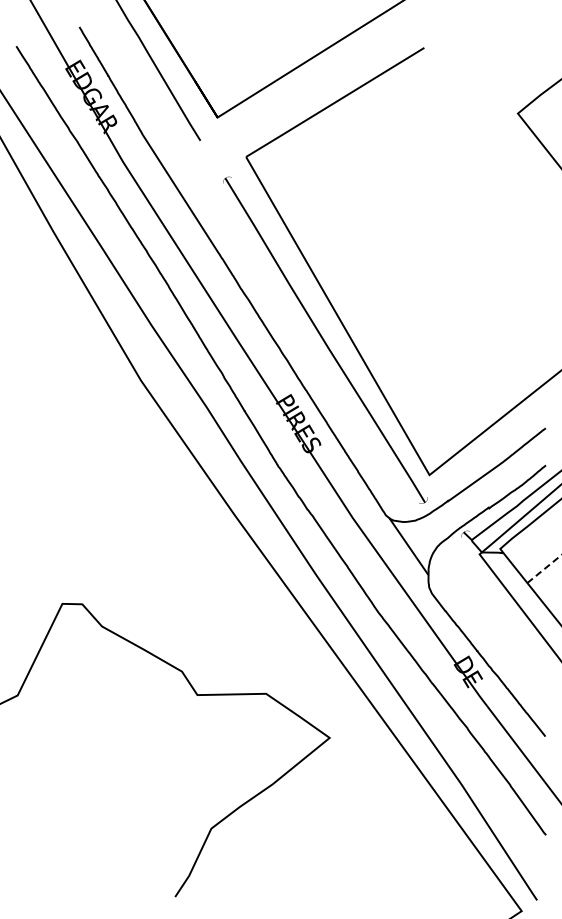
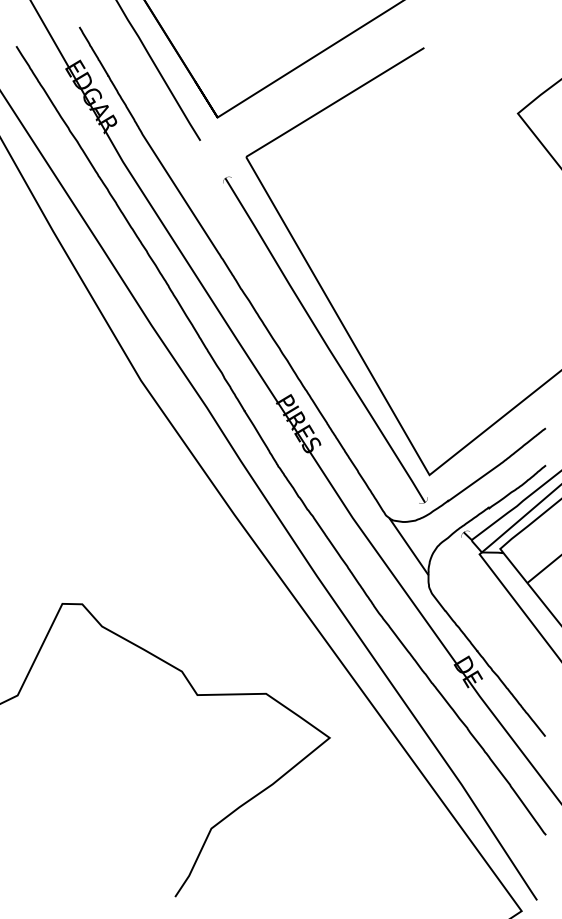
line at (544, 569): dashed -> solid
